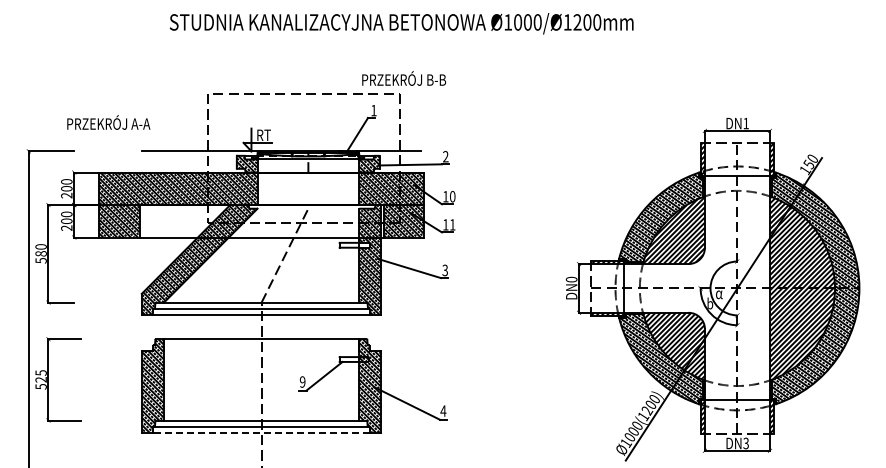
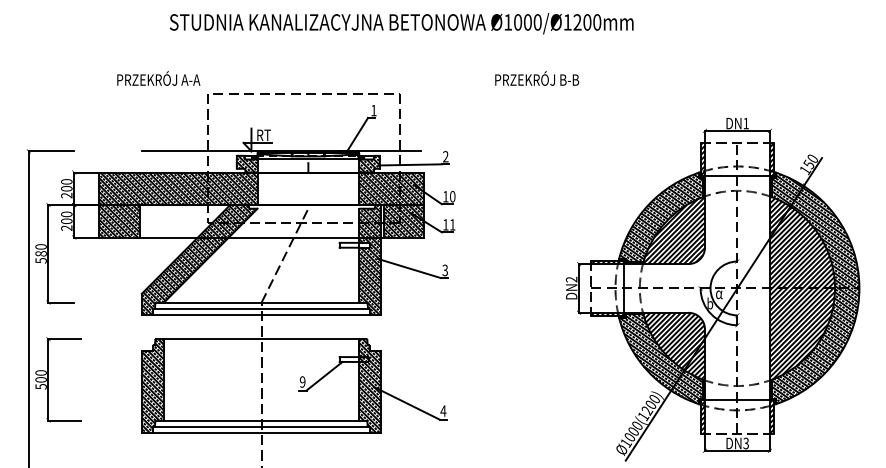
text at (404, 78) position: (404, 78) -> (537, 78)
text at (108, 122) position: (108, 122) -> (158, 78)
text at (571, 279): DN0 -> DN2
text at (40, 376): 525 -> 500
line at (260, 432): dashed -> solid
